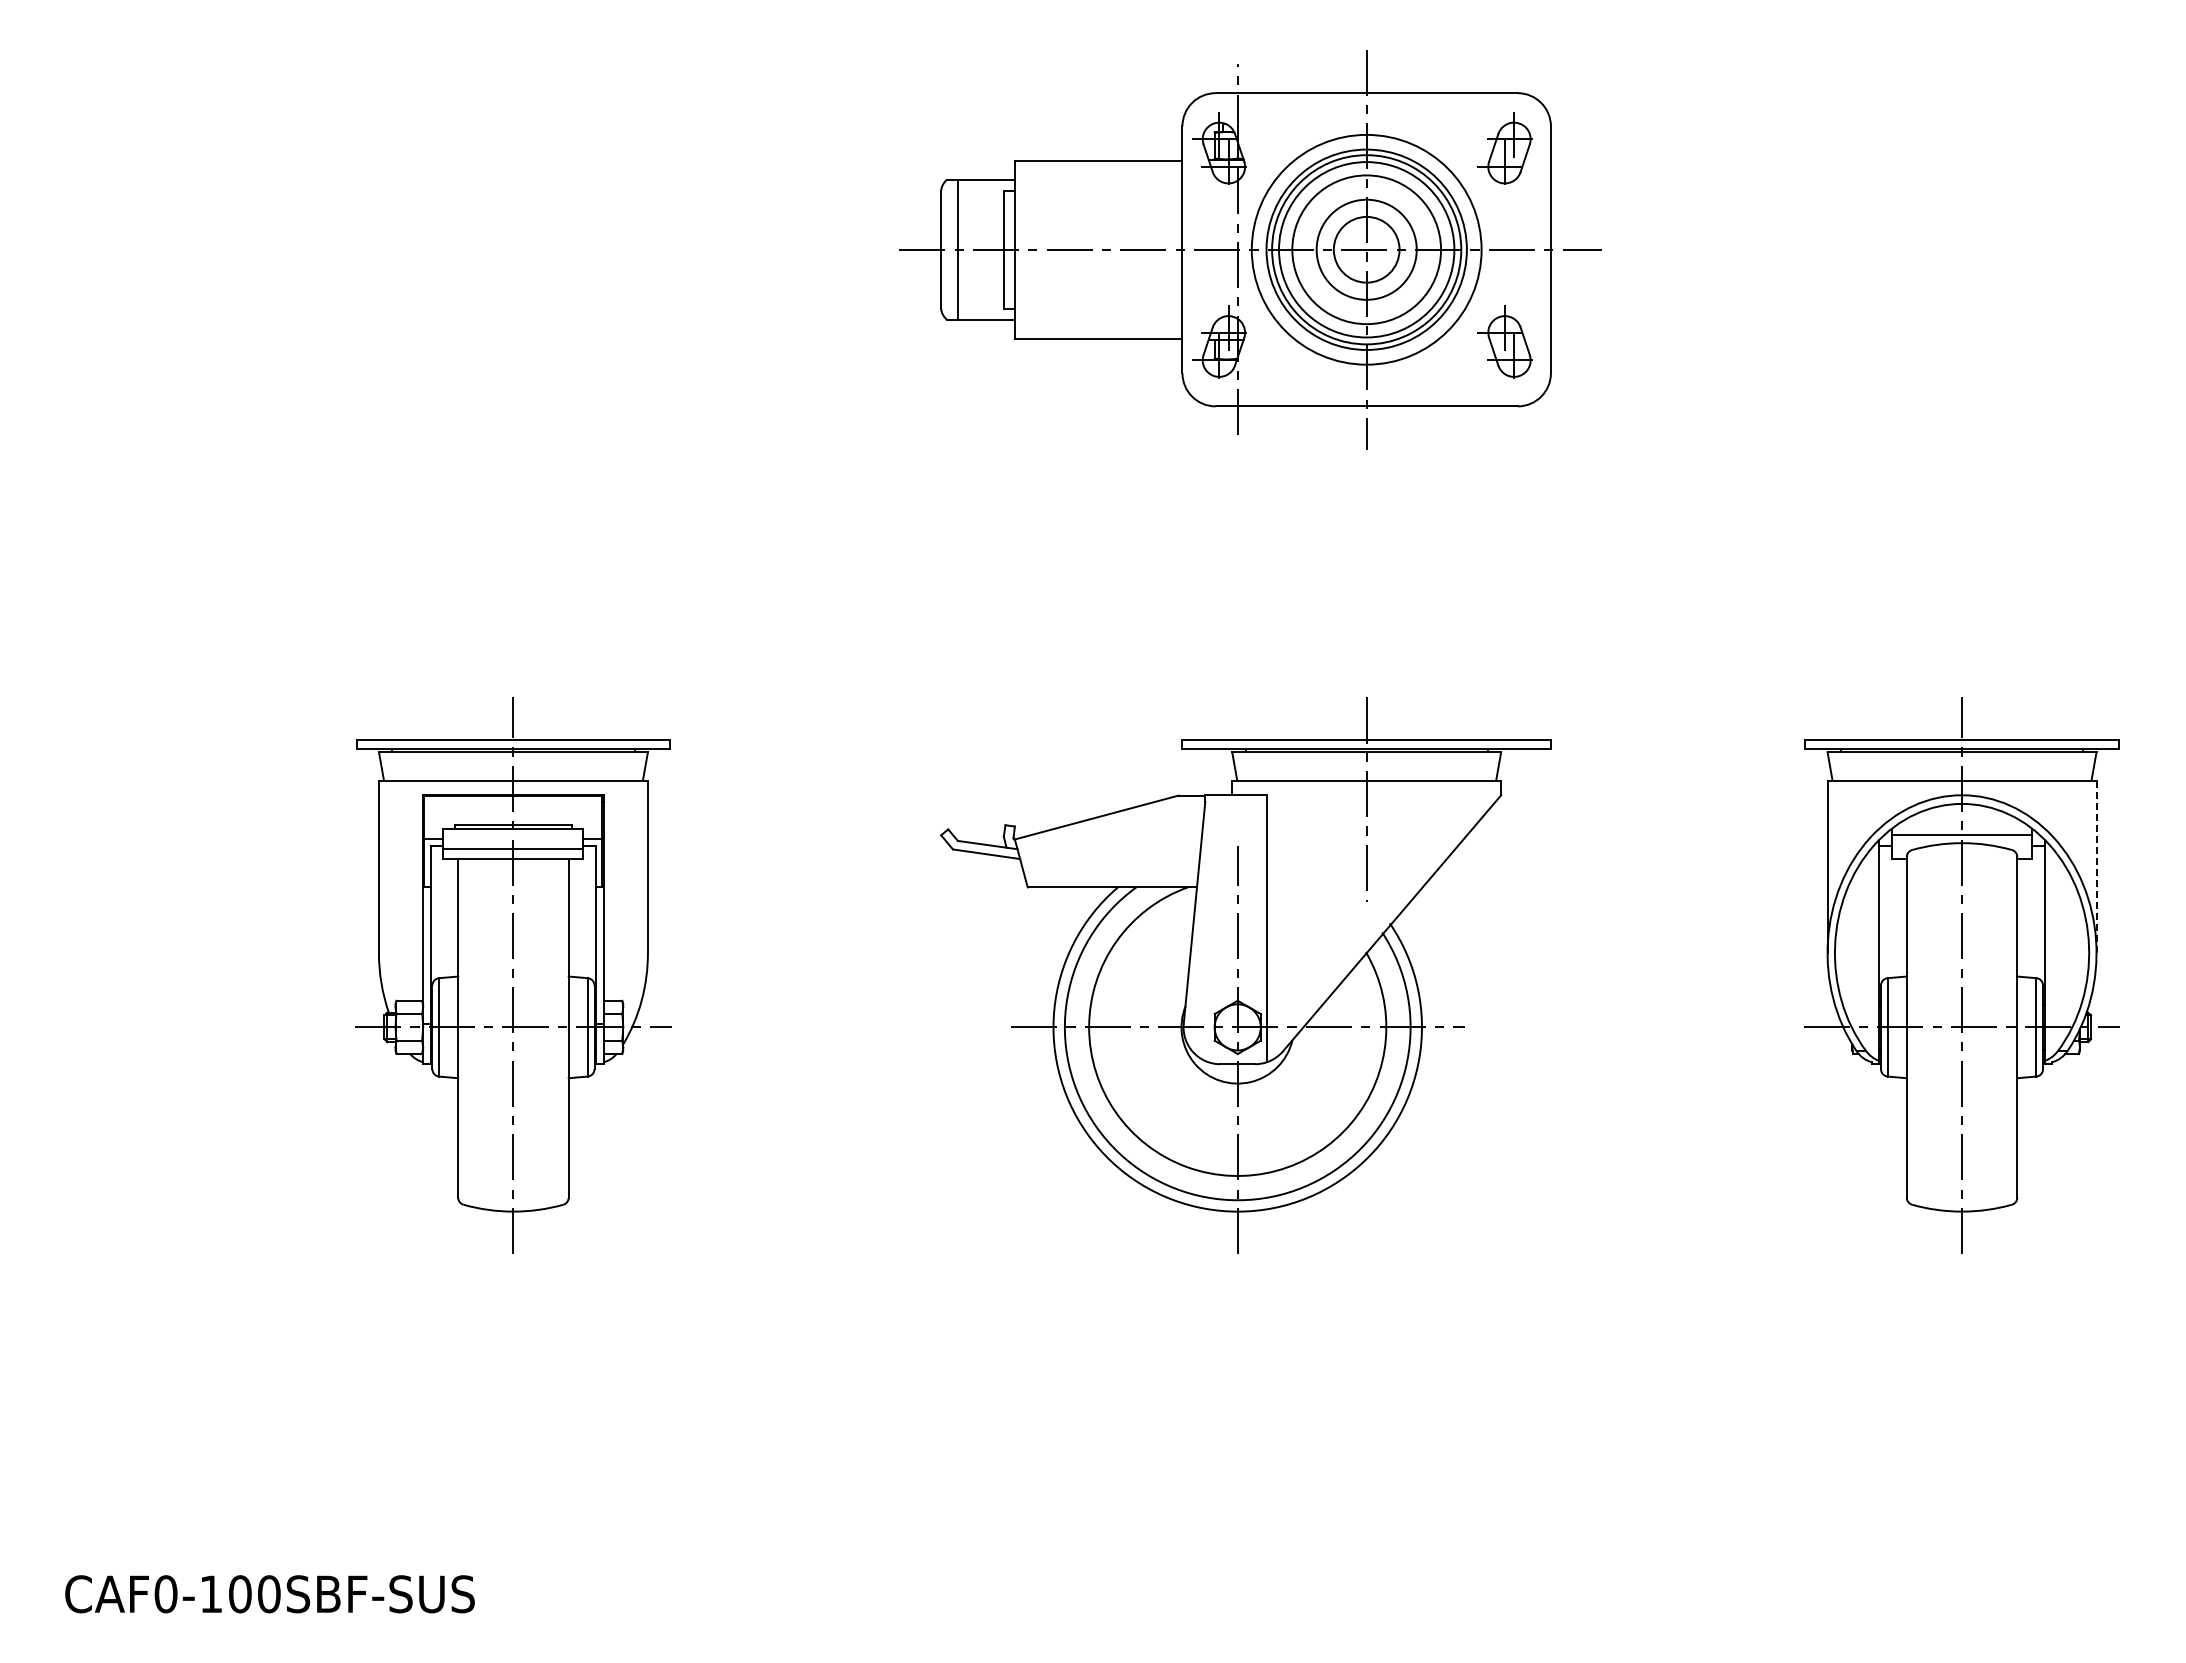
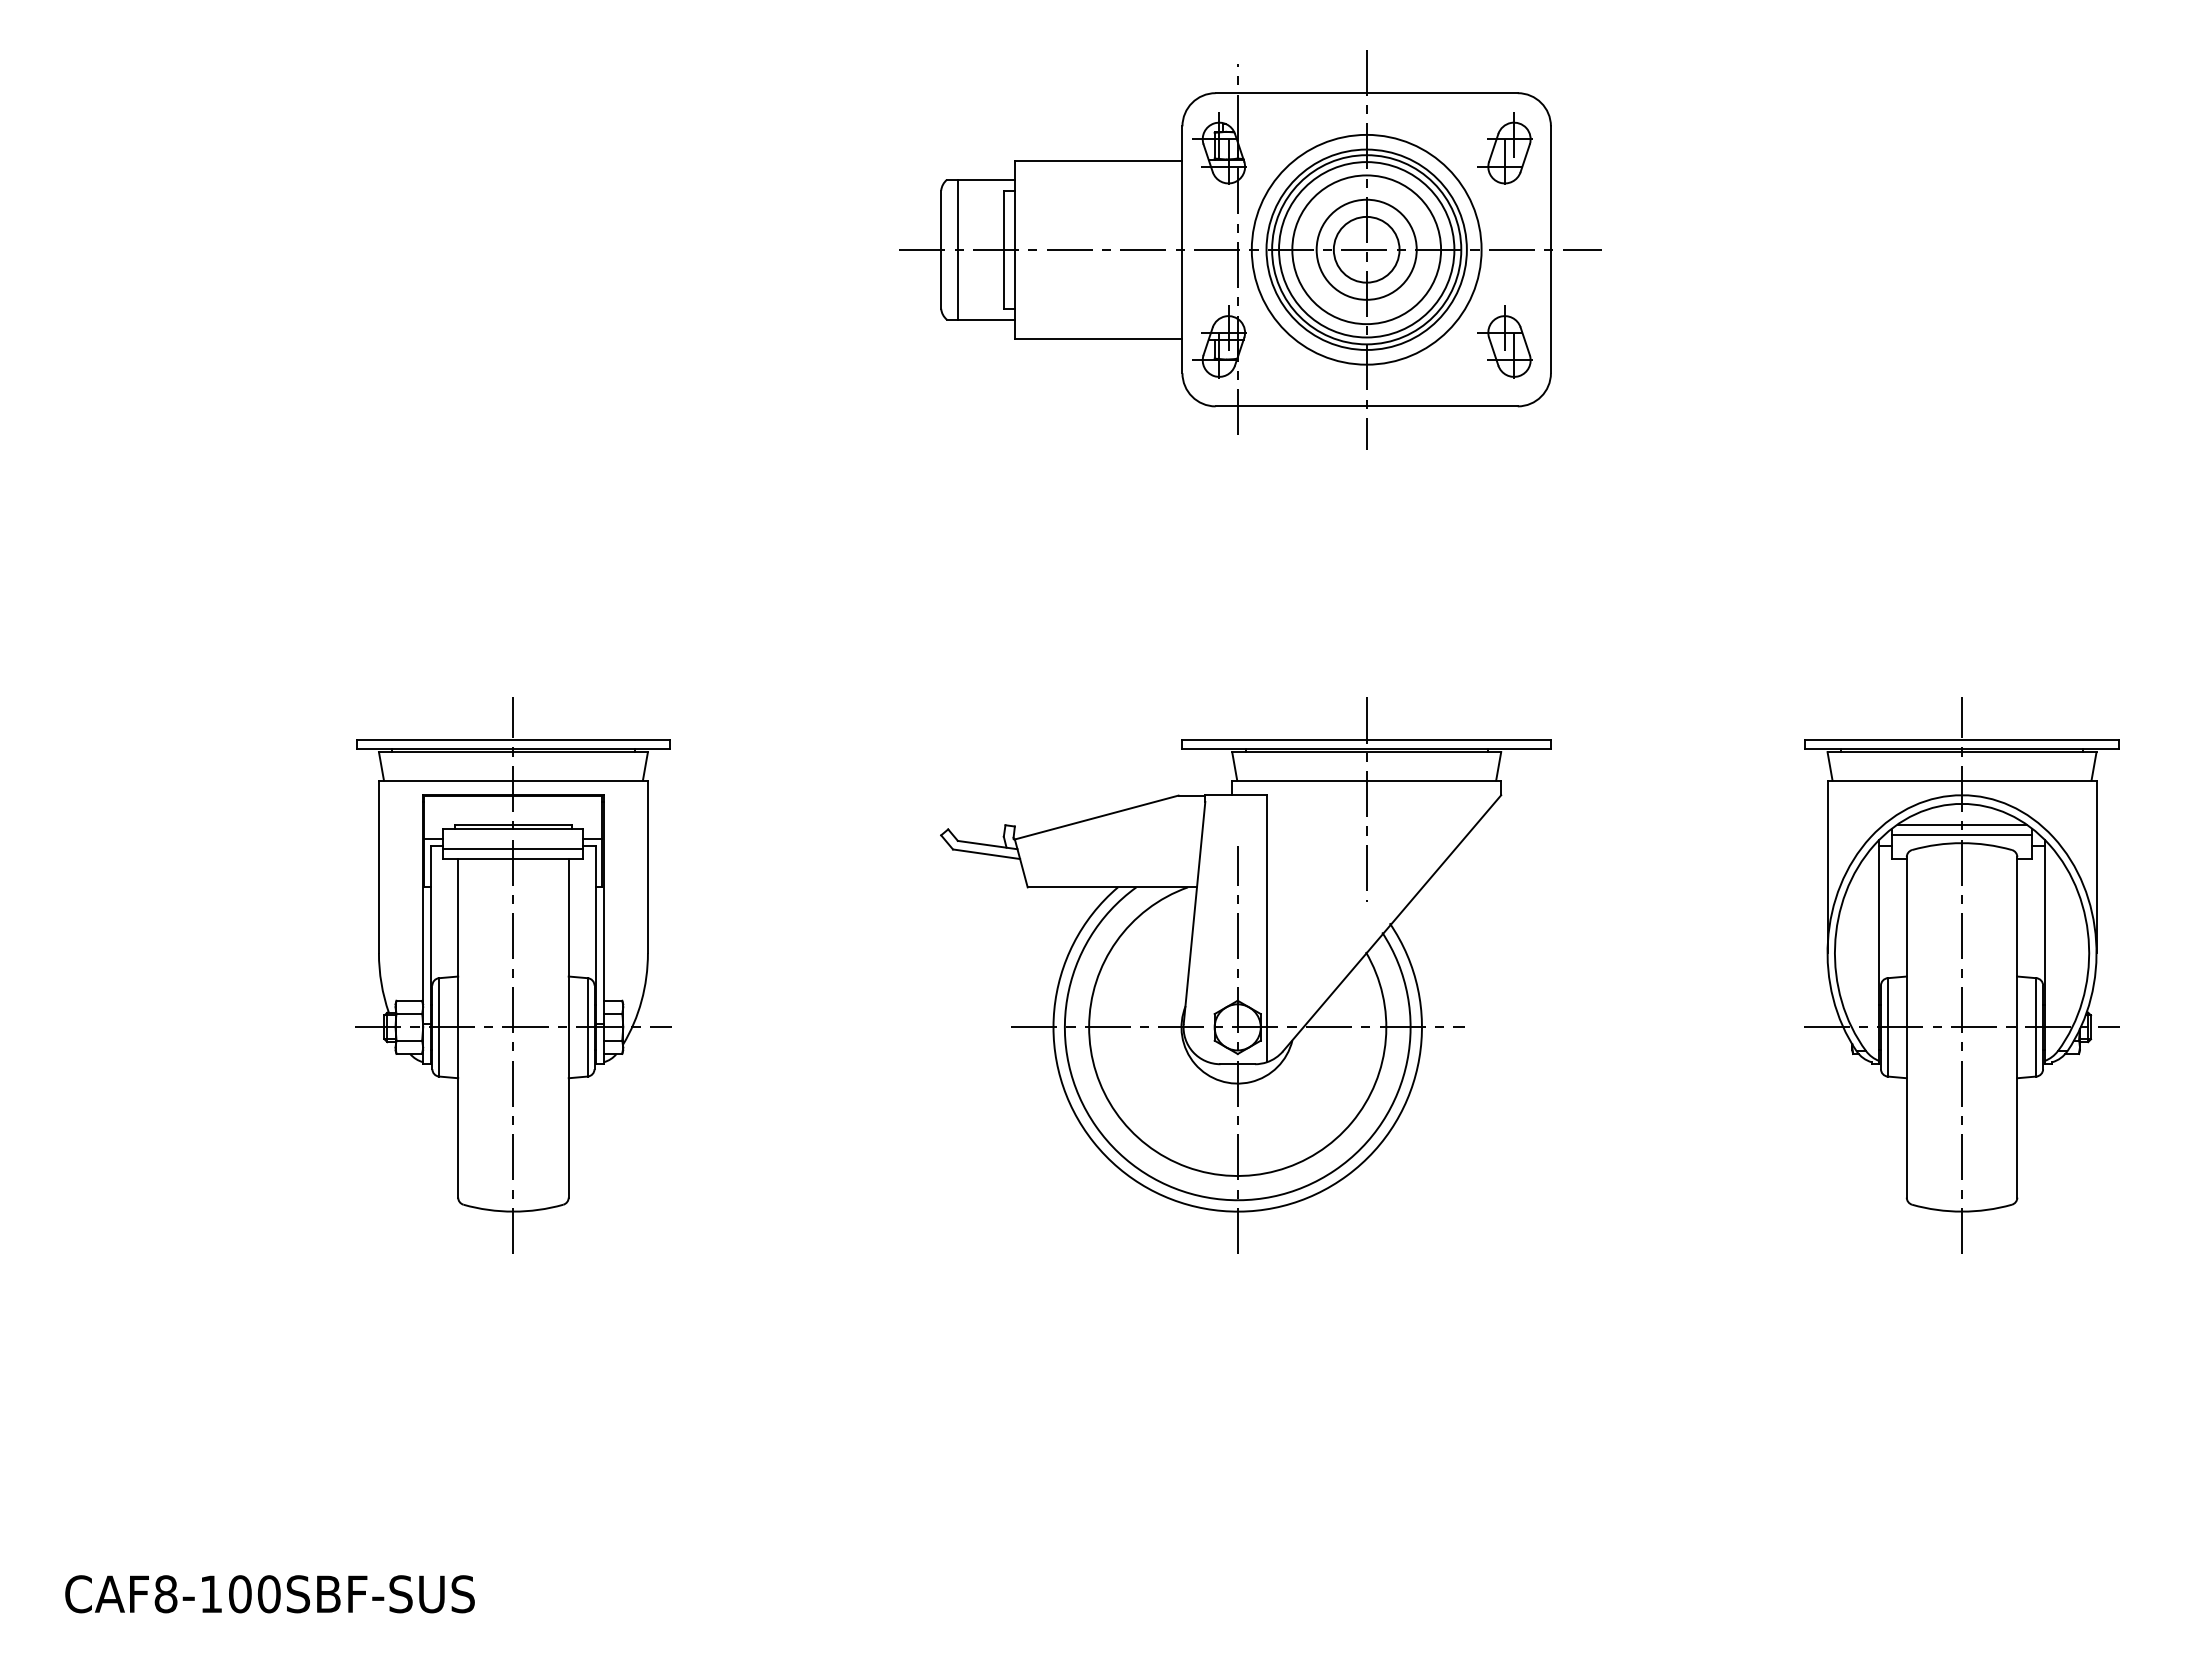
line at (1961, 824): none -> present
line at (2096, 866): dashed -> solid
text at (165, 1594): CAF0-100SBF-SUS -> CAF8-100SBF-SUS
